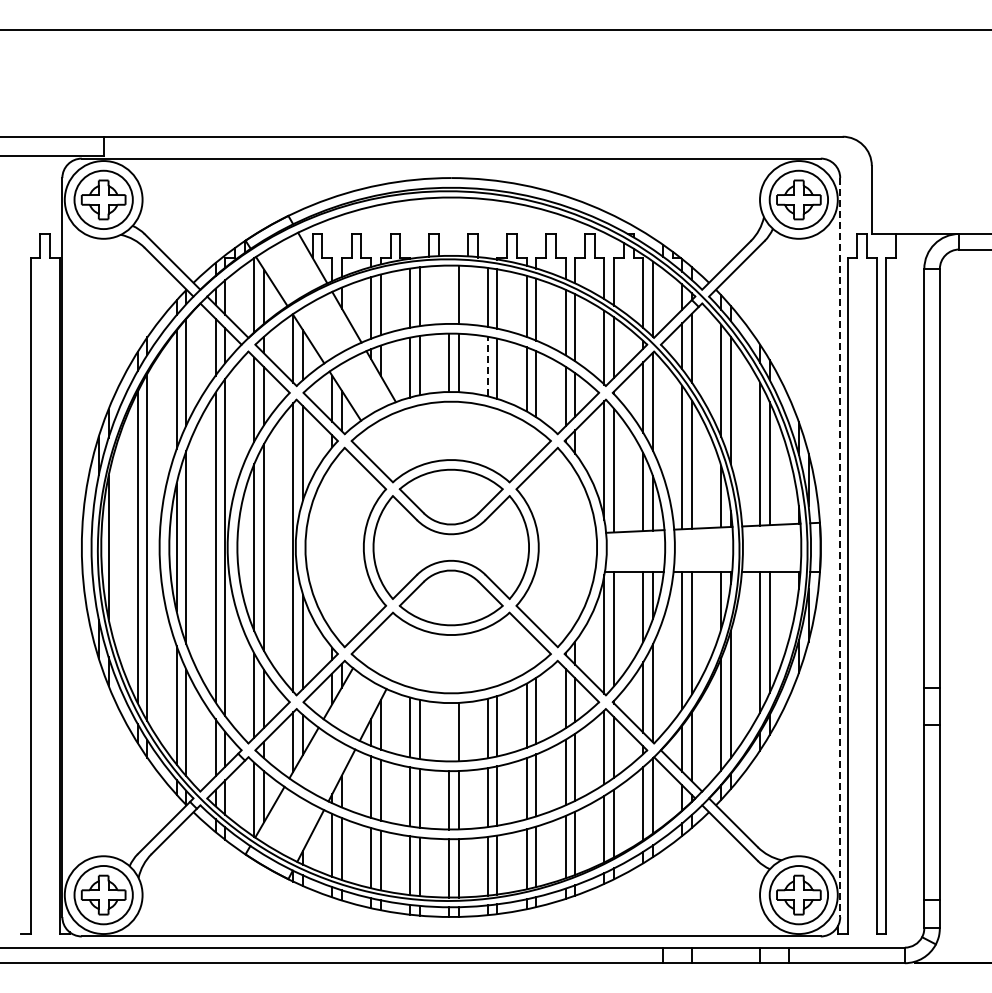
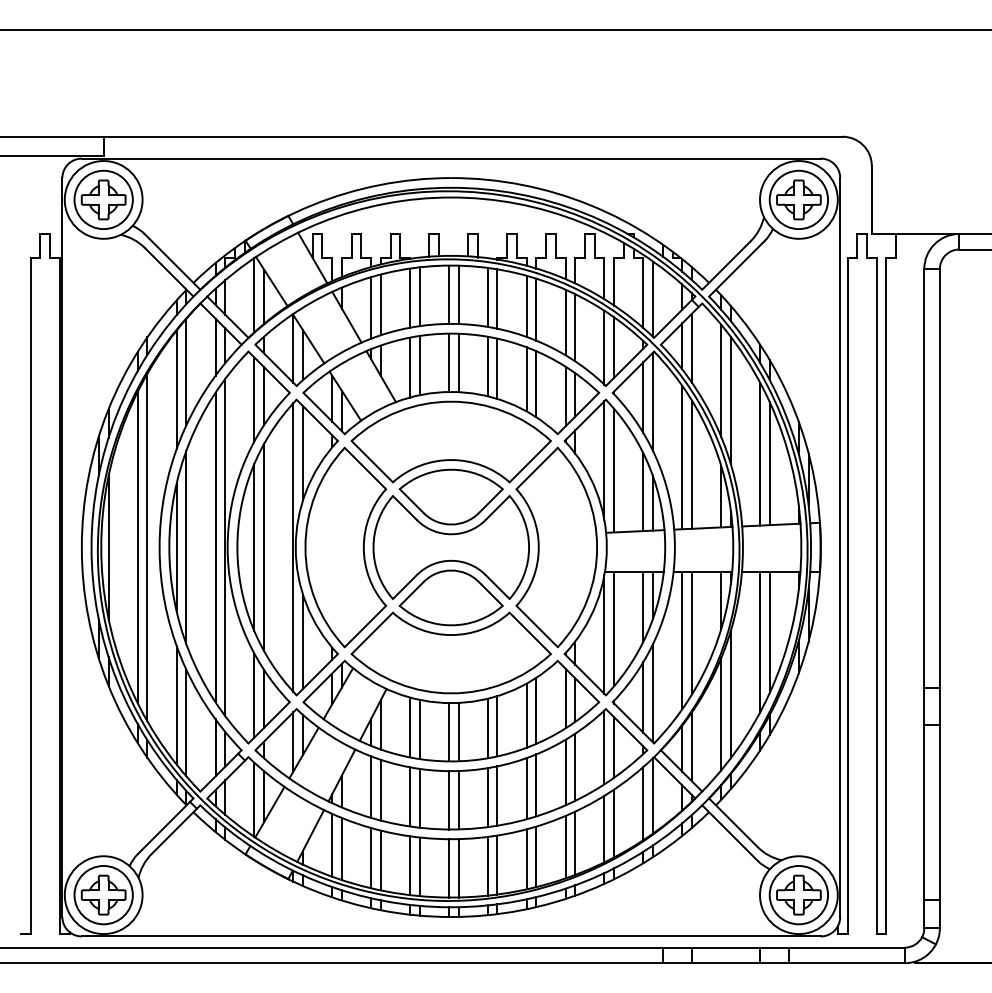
line at (448, 294): none -> present
line at (487, 366): dashed -> solid
line at (840, 548): dashed -> solid
line at (448, 732): none -> present
